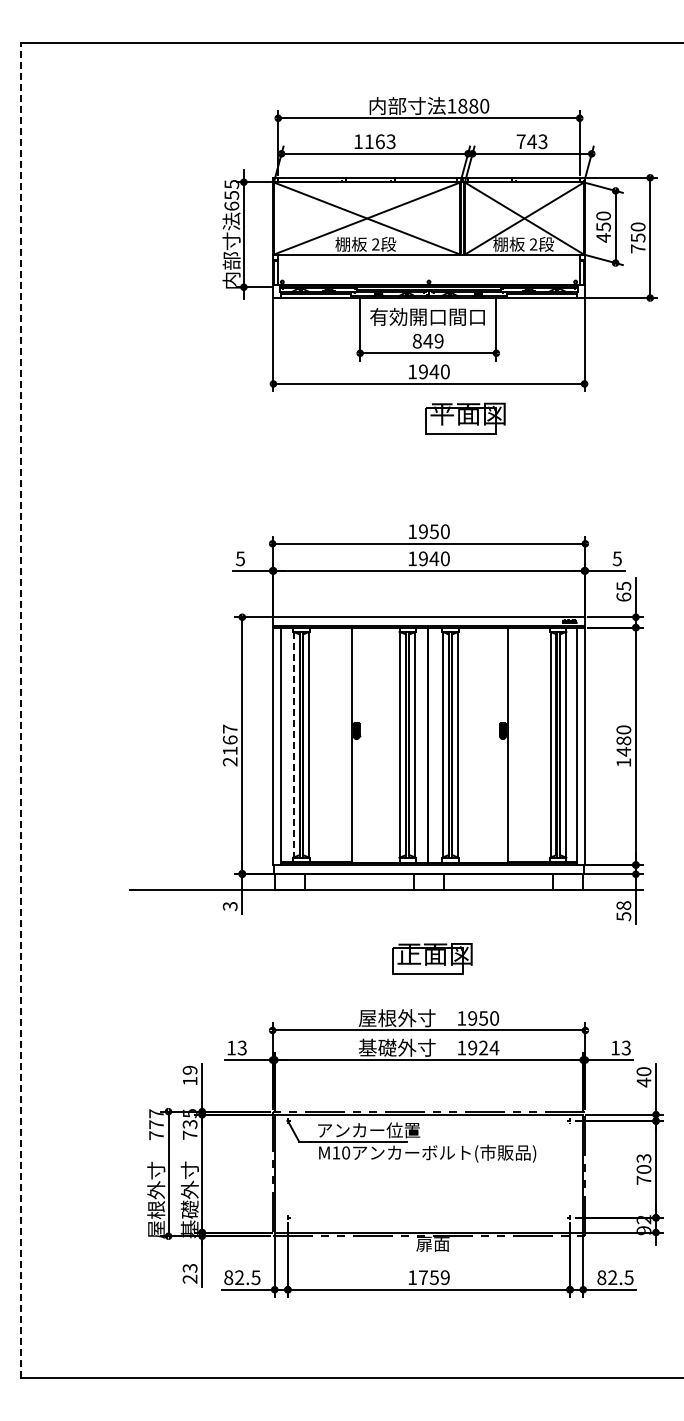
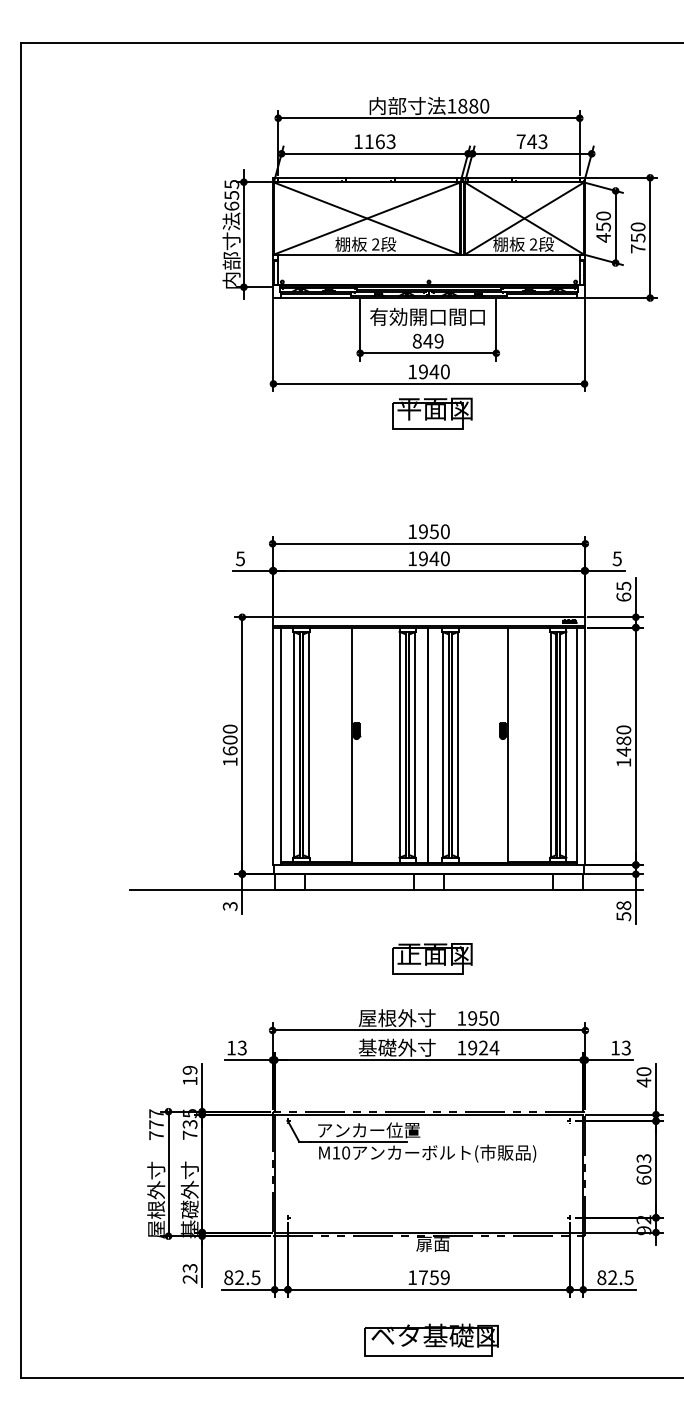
part at (465, 418) position: (465, 418) -> (432, 413)
line at (20, 710): dashed -> solid
line at (293, 744): dashed -> solid
text at (229, 745): 2167 -> 1600
text at (643, 1179): 703 -> 603
part at (431, 1339): none -> present
